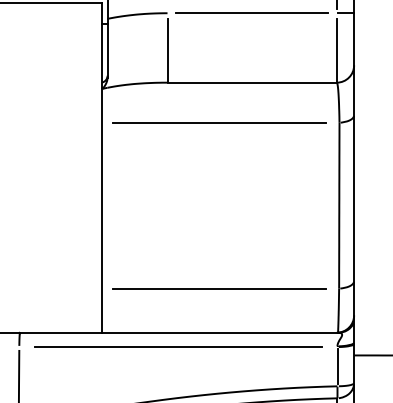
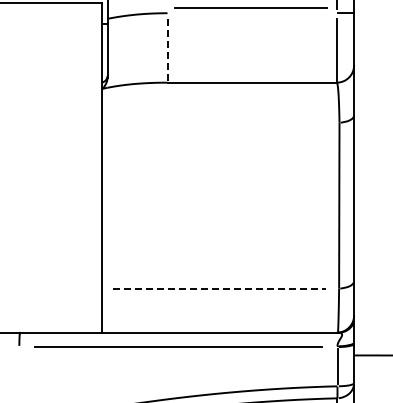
line at (251, 12) position: (251, 12) -> (250, 7)
line at (167, 50): solid -> dashed
line at (219, 122): present -> none
line at (219, 288): solid -> dashed
line at (18, 374): present -> none
